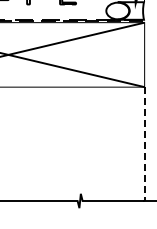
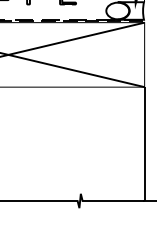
line at (144, 144): dashed -> solid
